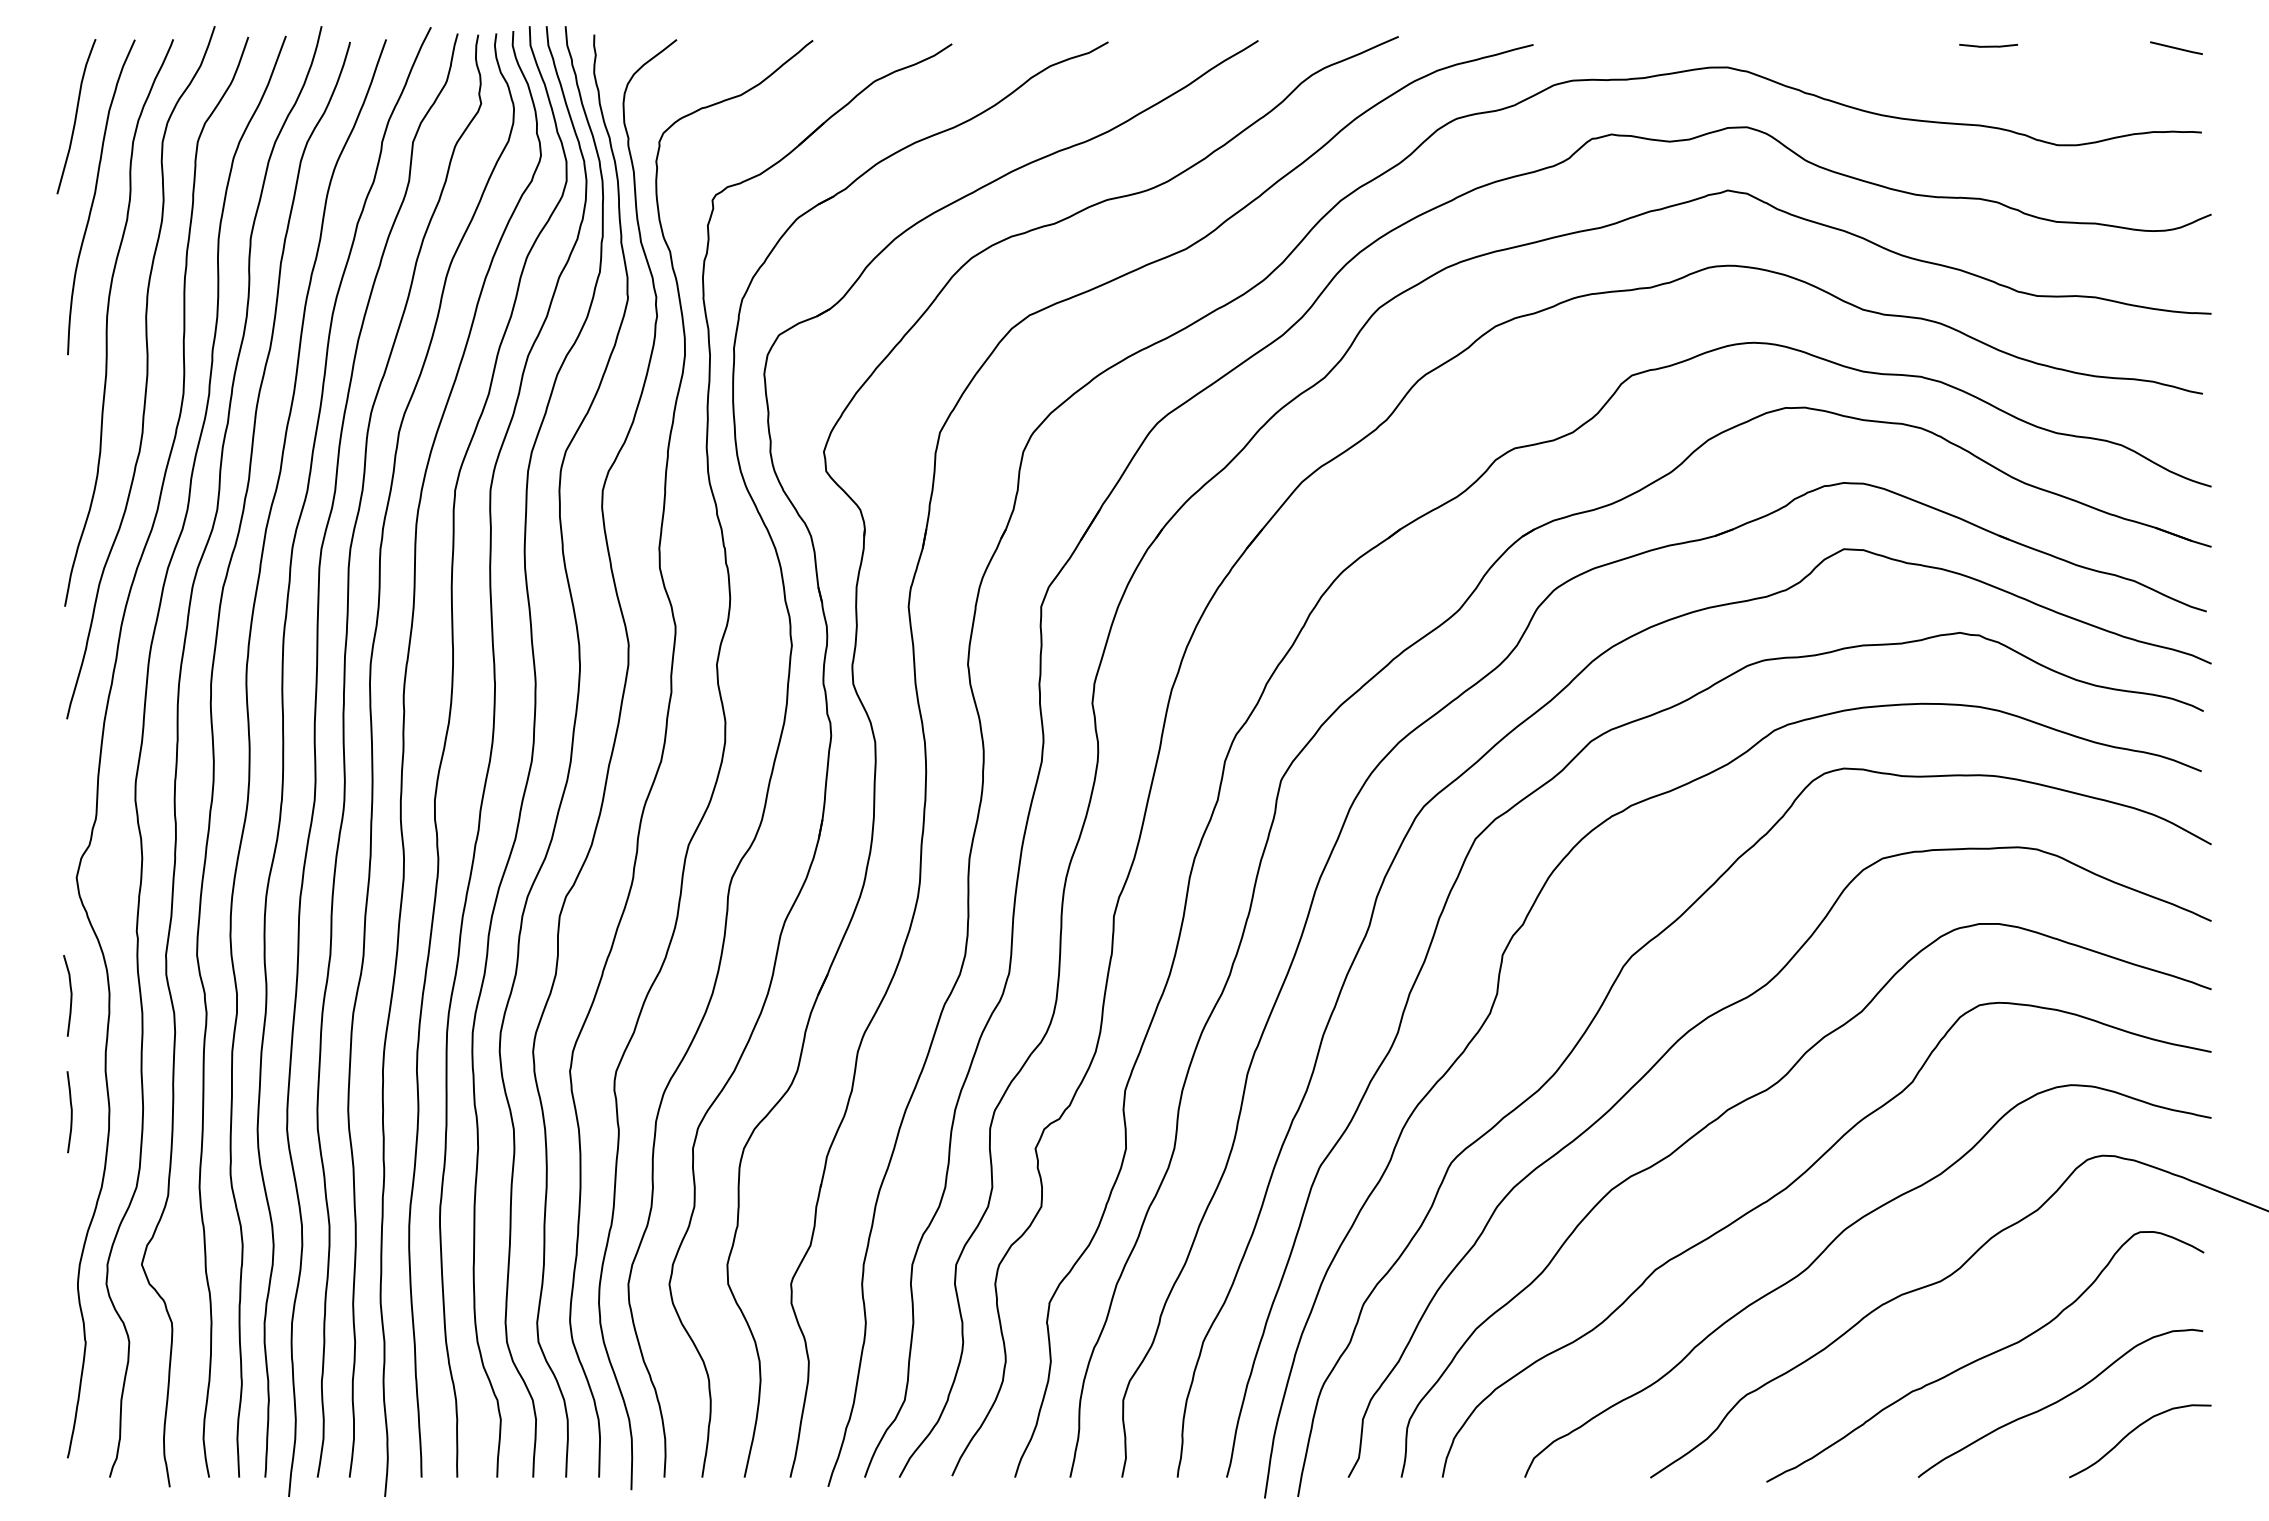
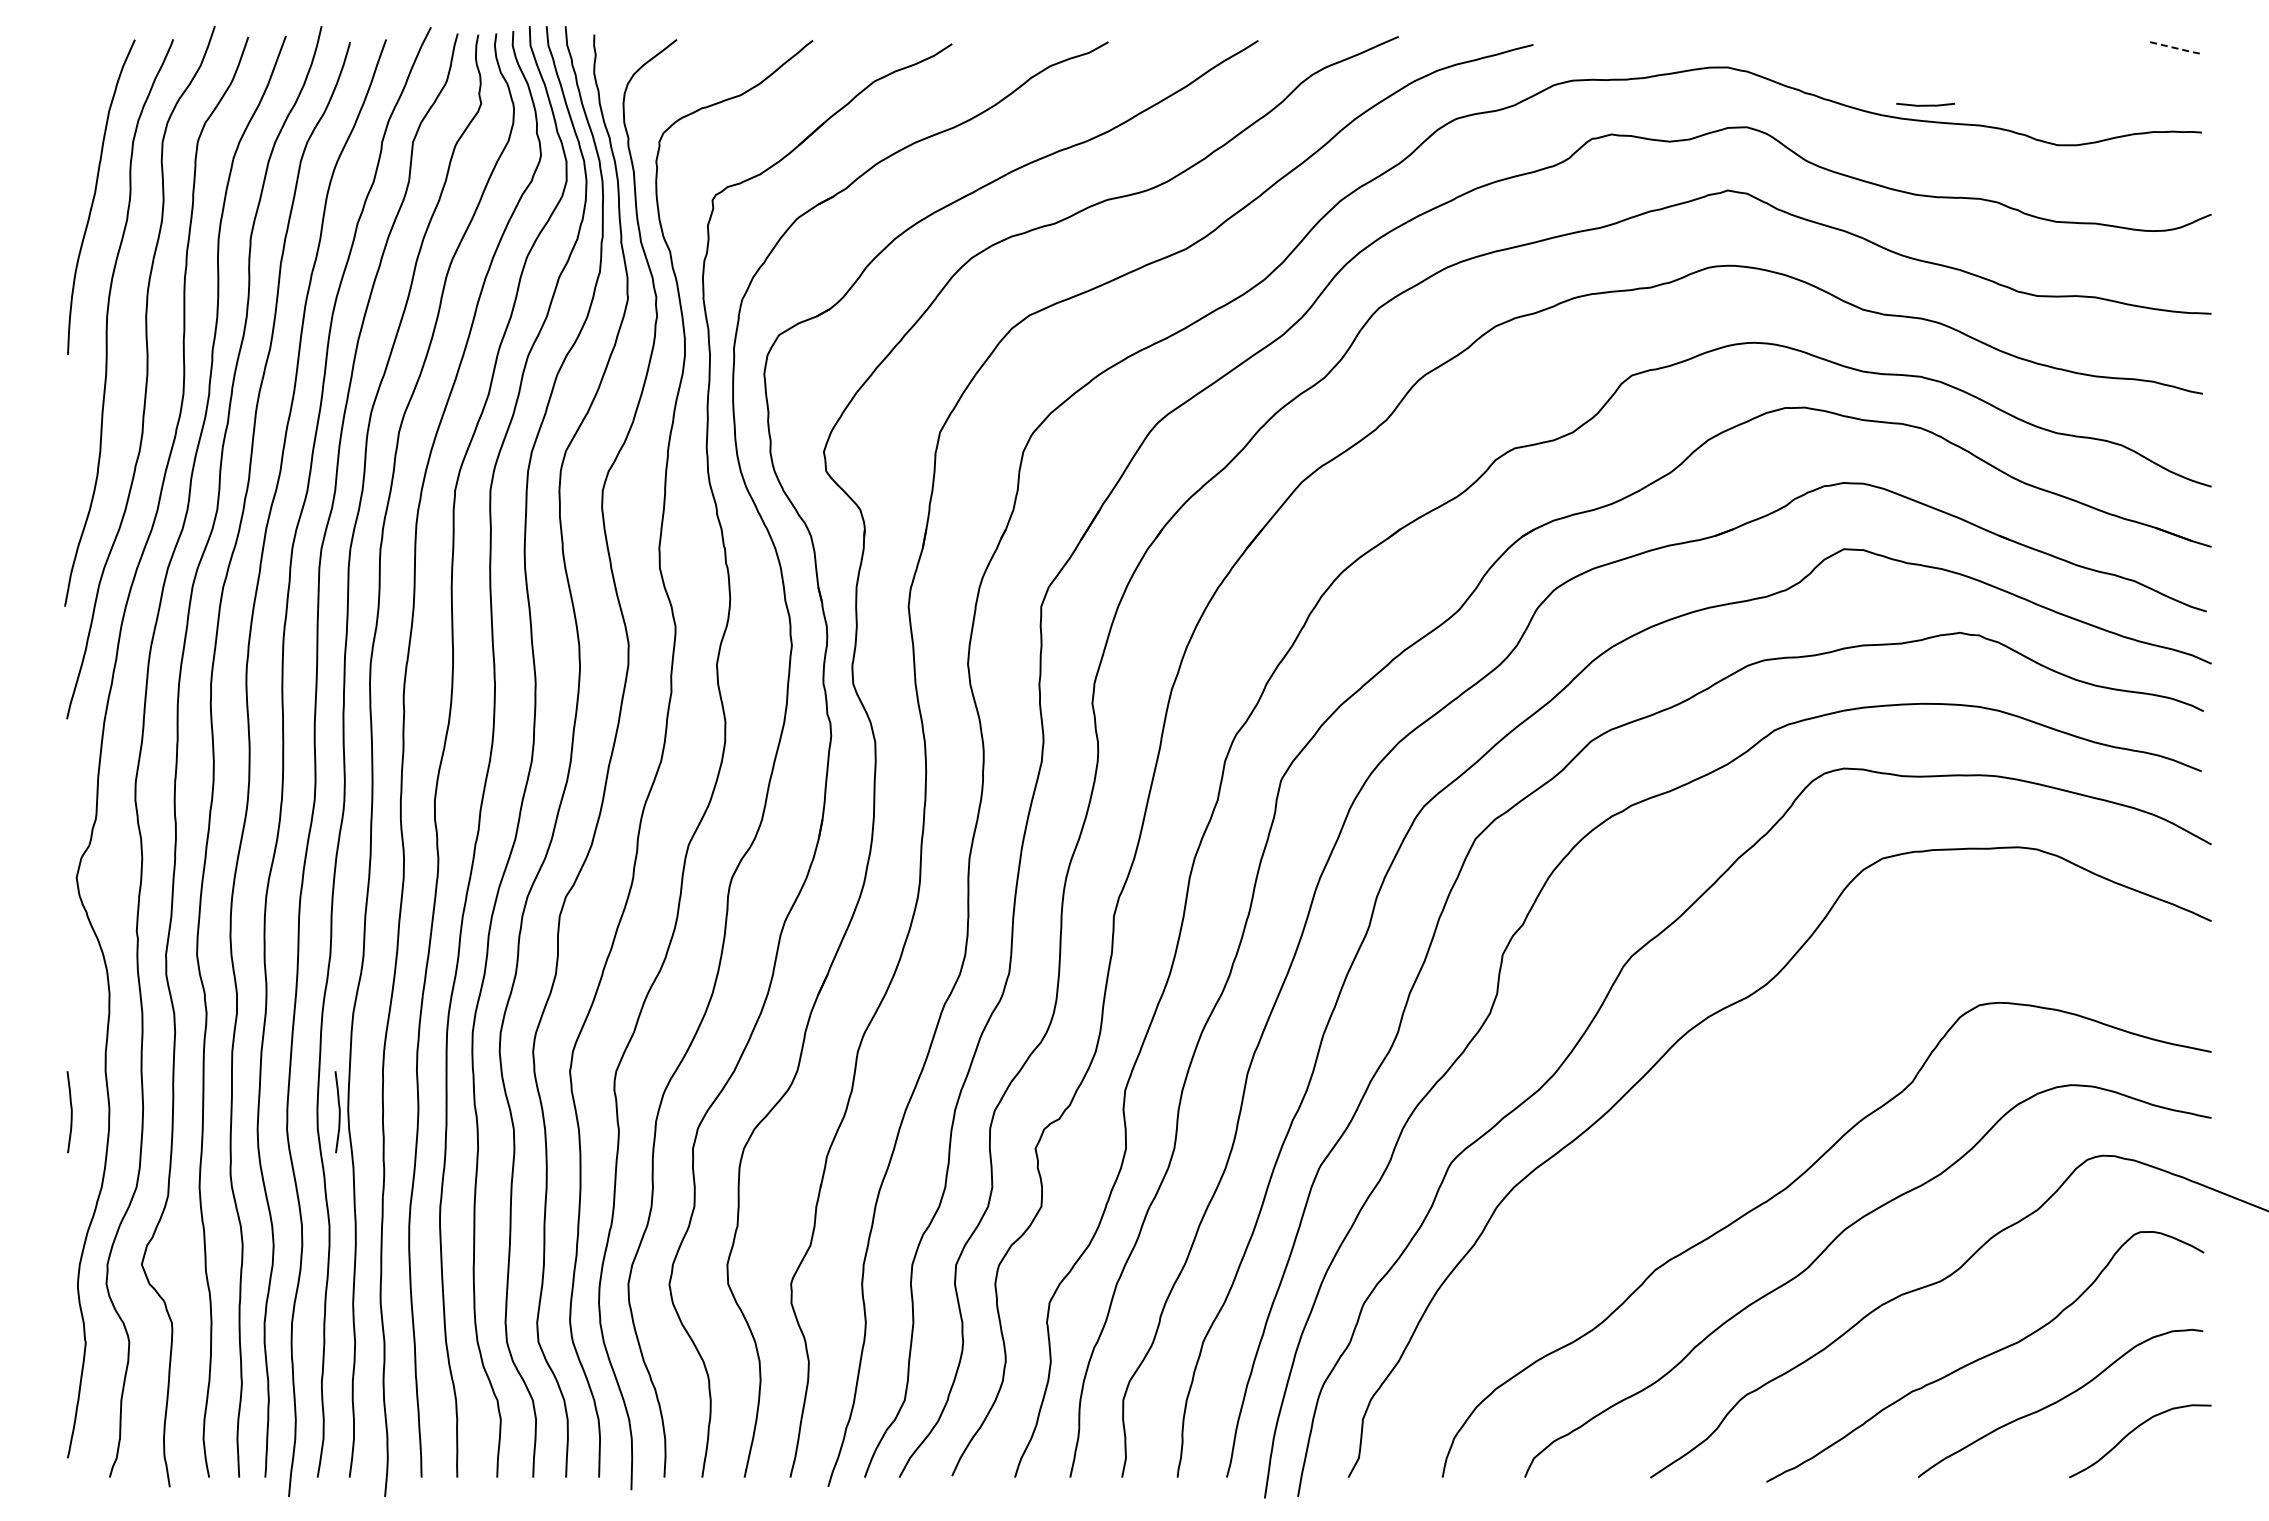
curve at (1988, 45) position: (1988, 45) -> (1925, 104)
line at (2176, 48): solid -> dashed
curve at (76, 116): present -> none
curve at (70, 995): present -> none
curve at (1753, 1097): present -> none
curve at (338, 1112): none -> present
